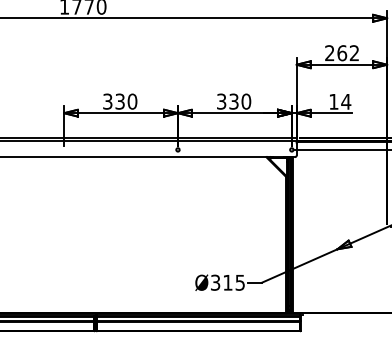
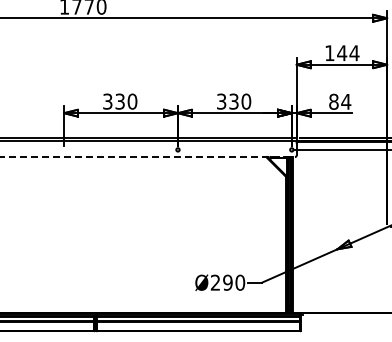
text at (342, 53): 262 -> 144
text at (333, 101): 14 -> 84
line at (148, 157): solid -> dashed
text at (228, 282): Ø315 -> Ø290
